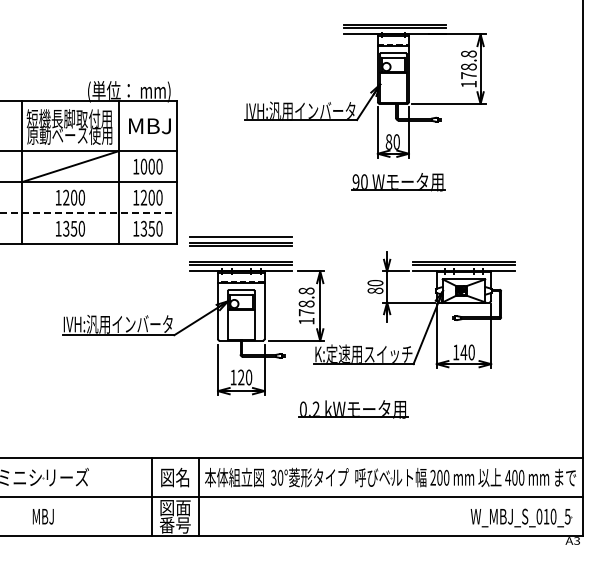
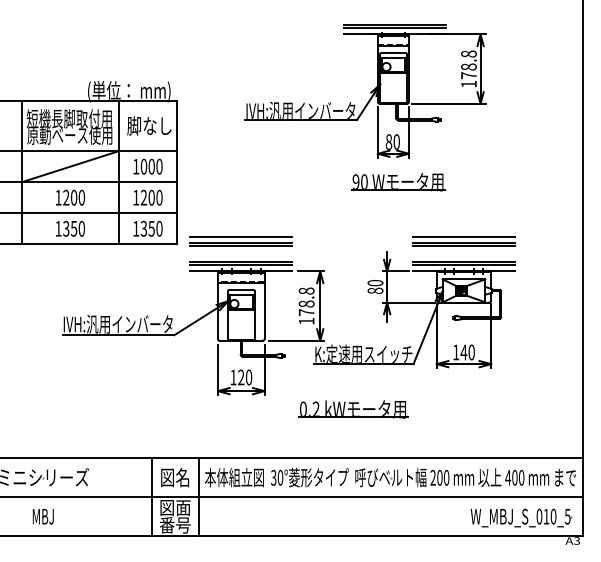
text at (149, 125): MBJ -> 脚なし
line at (89, 213): dashed -> solid
part at (463, 241): none -> present
